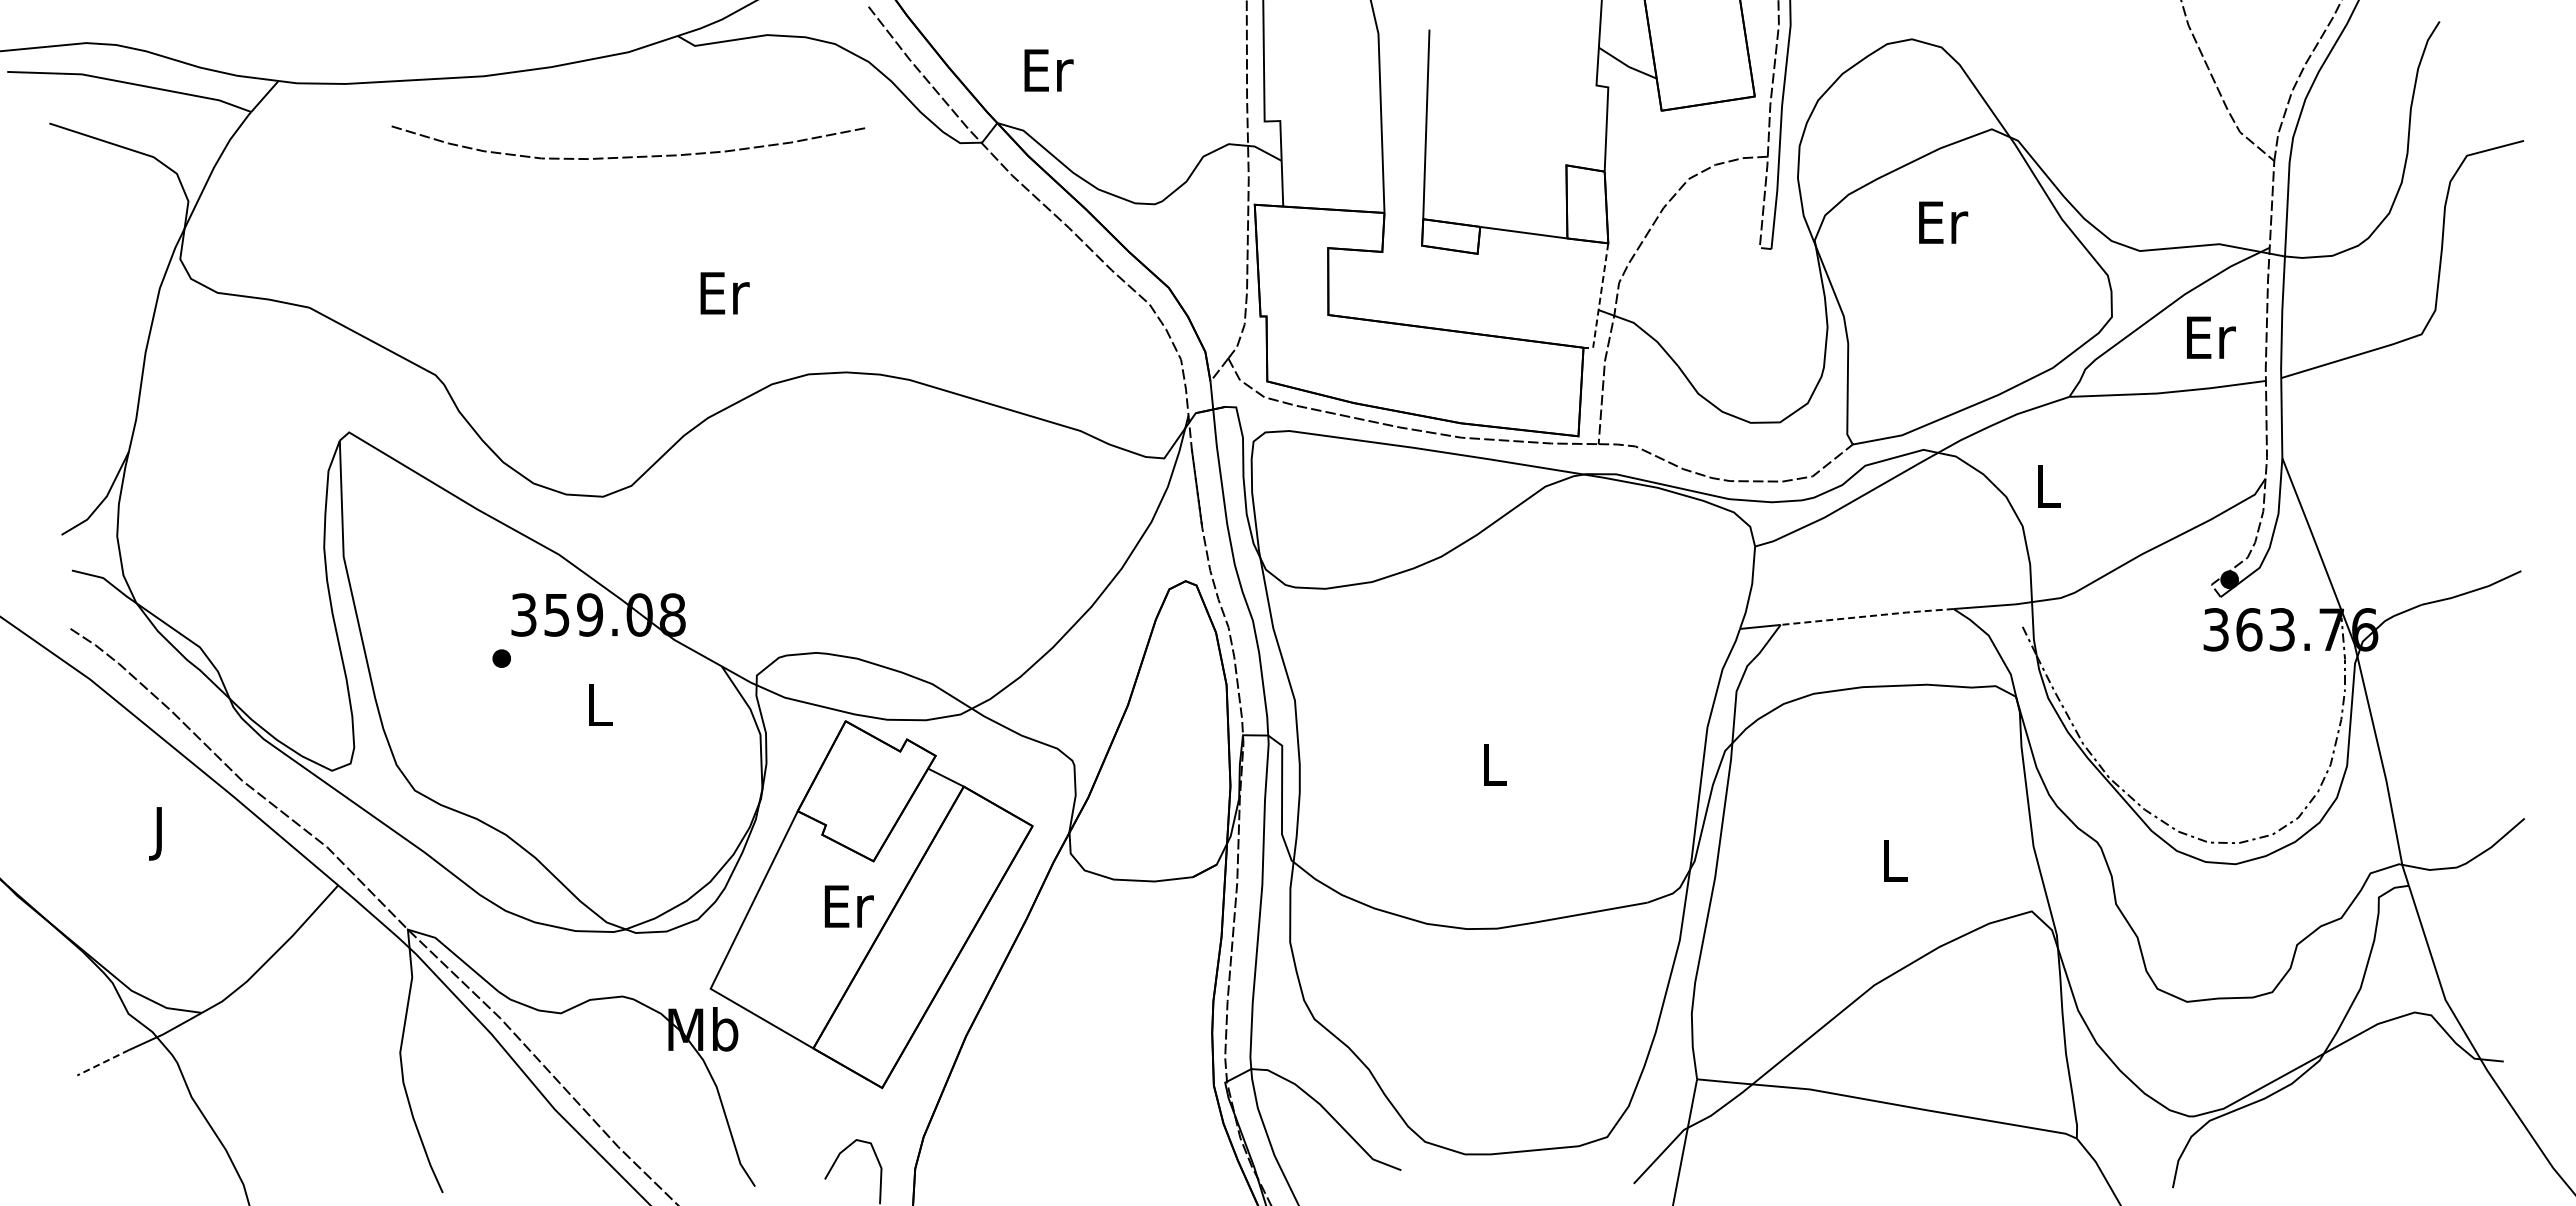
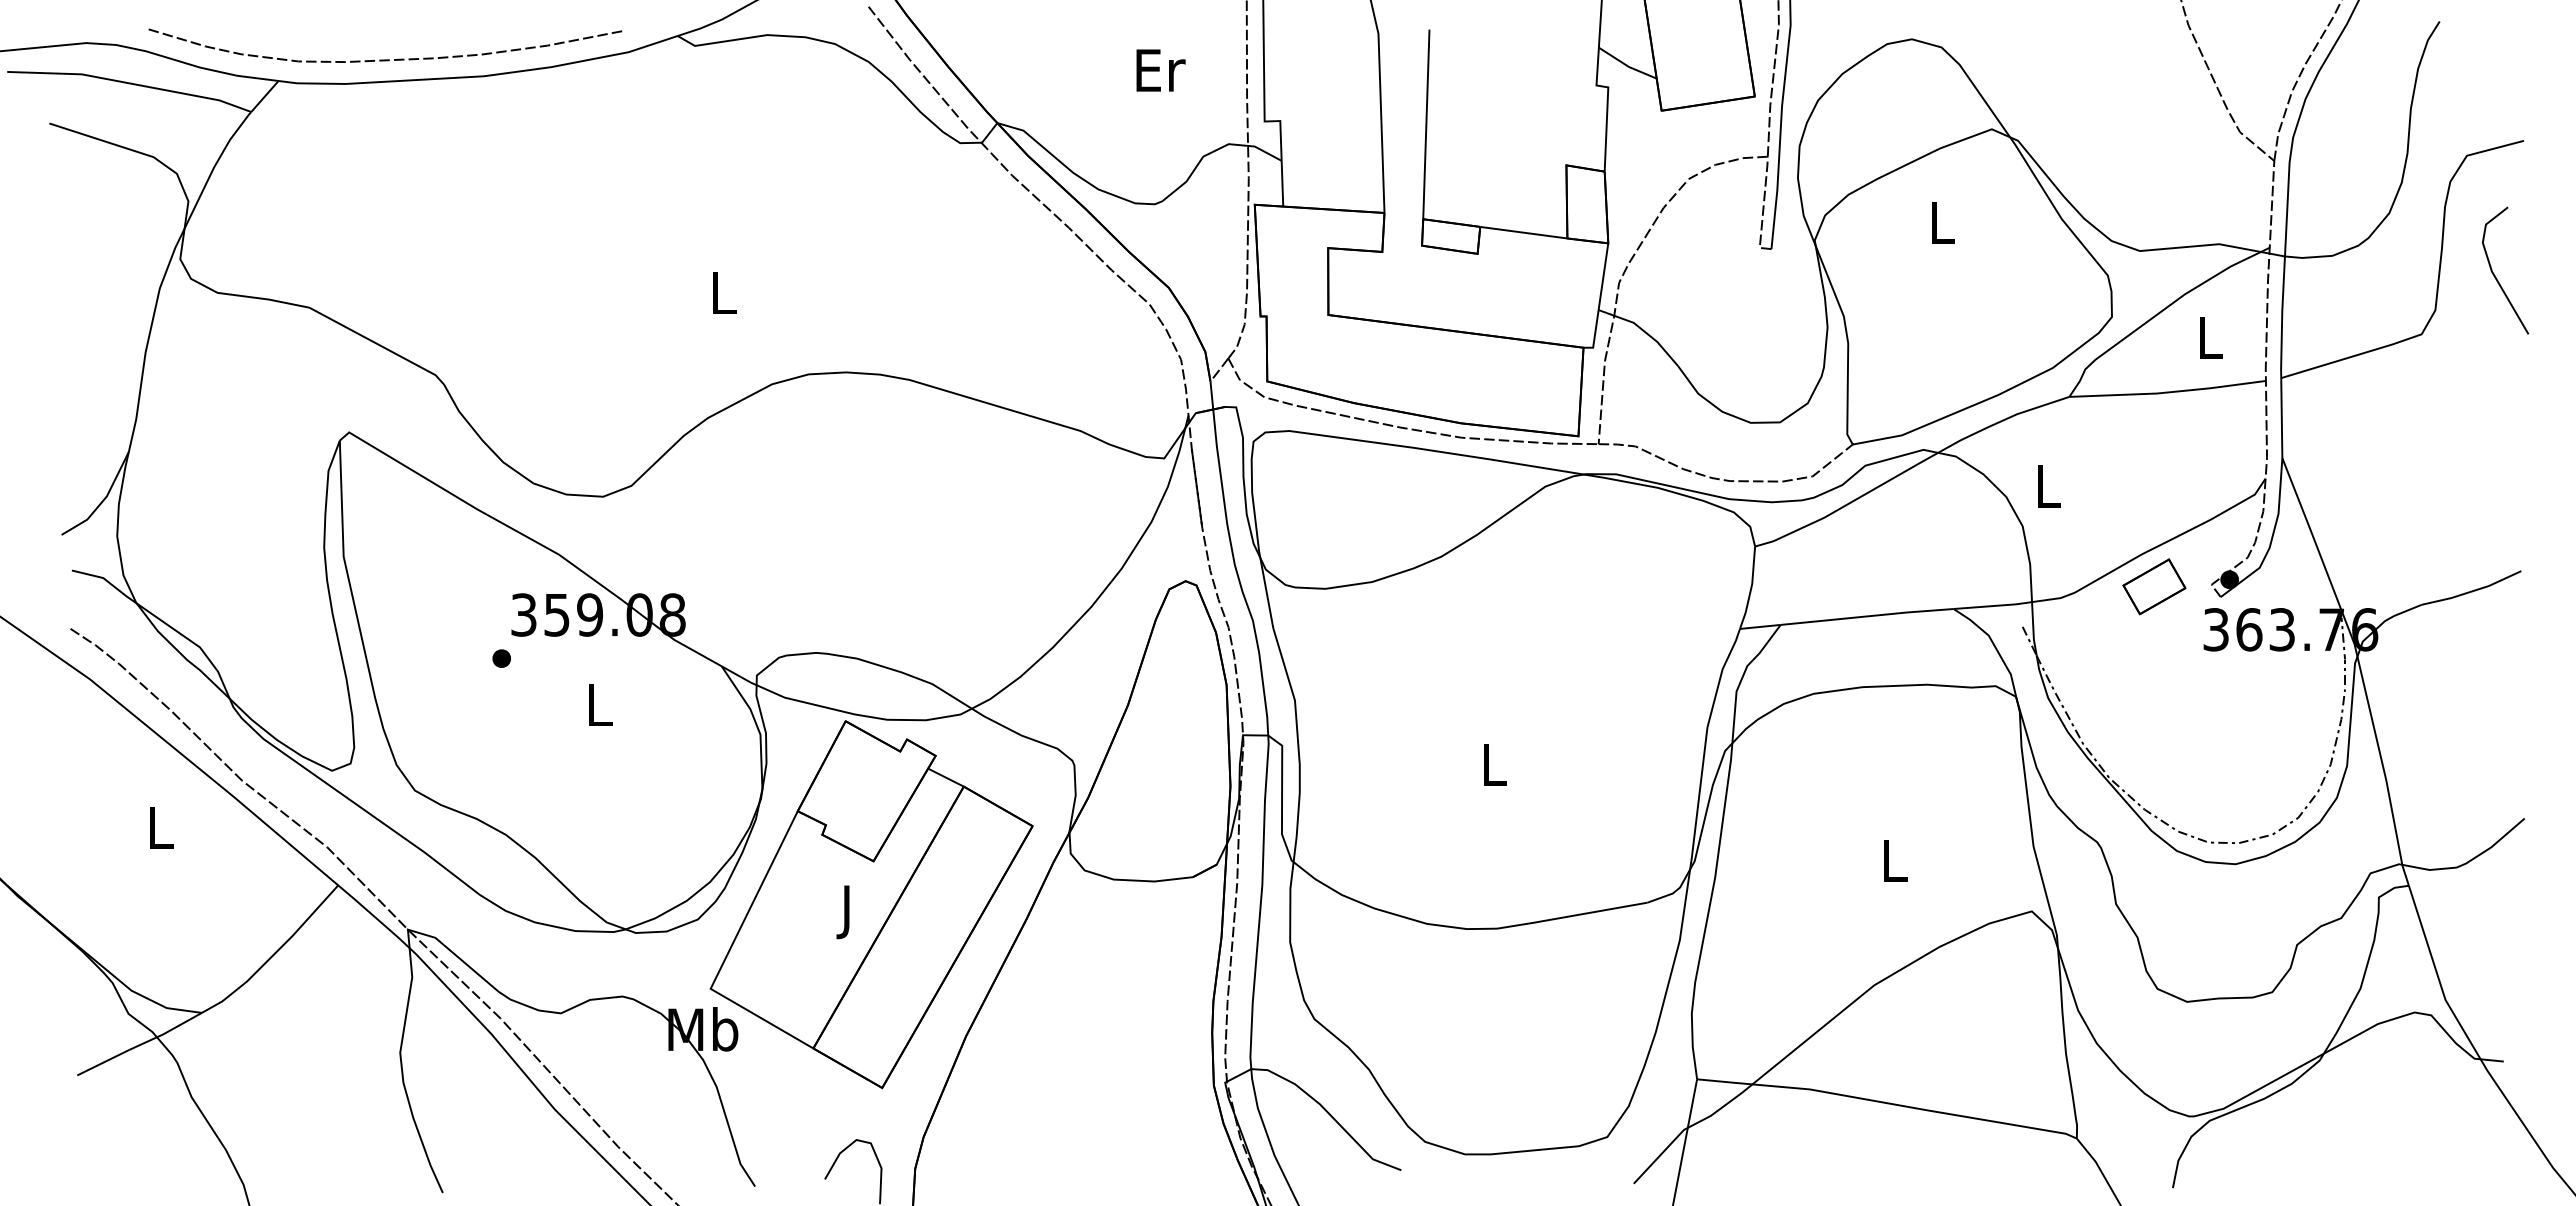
text at (1048, 70) position: (1048, 70) -> (1160, 70)
curve at (628, 156) position: (628, 156) -> (385, 59)
text at (1943, 222): Er -> L
line at (2495, 275): none -> present
text at (724, 293): Er -> L
line at (1599, 301): dashed -> solid
text at (2211, 337): Er -> L
part at (2154, 586): none -> present
line at (1868, 616): dashed -> solid
text at (161, 833): J -> L
text at (848, 912): Er -> J
line at (103, 1062): dashed -> solid
